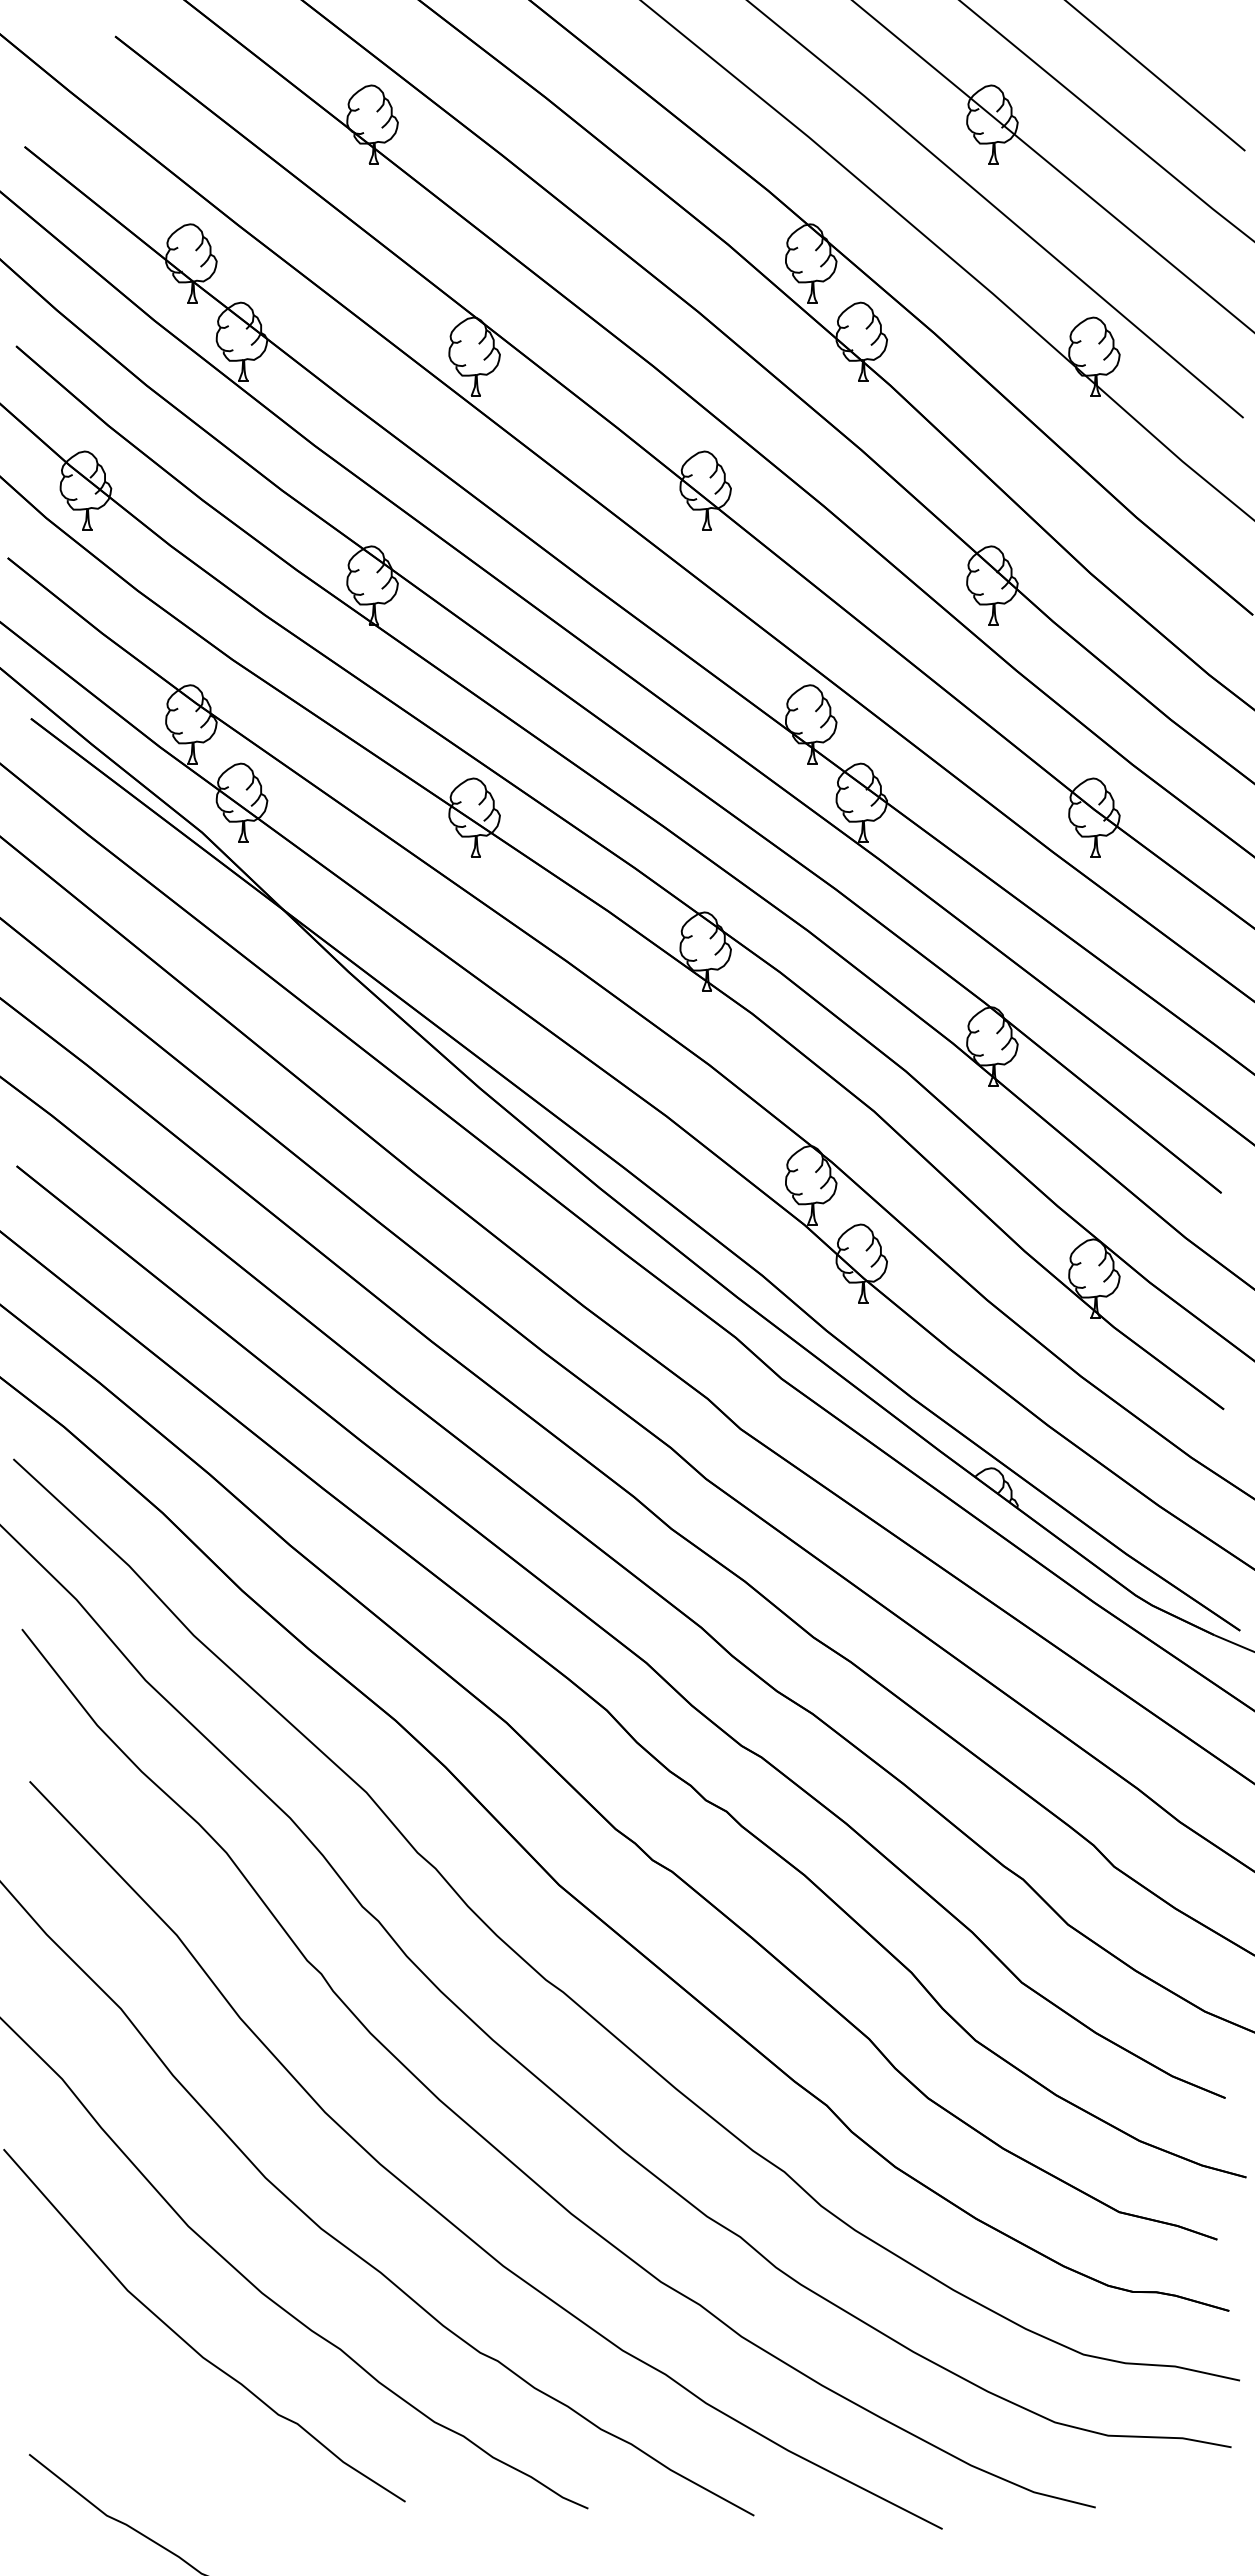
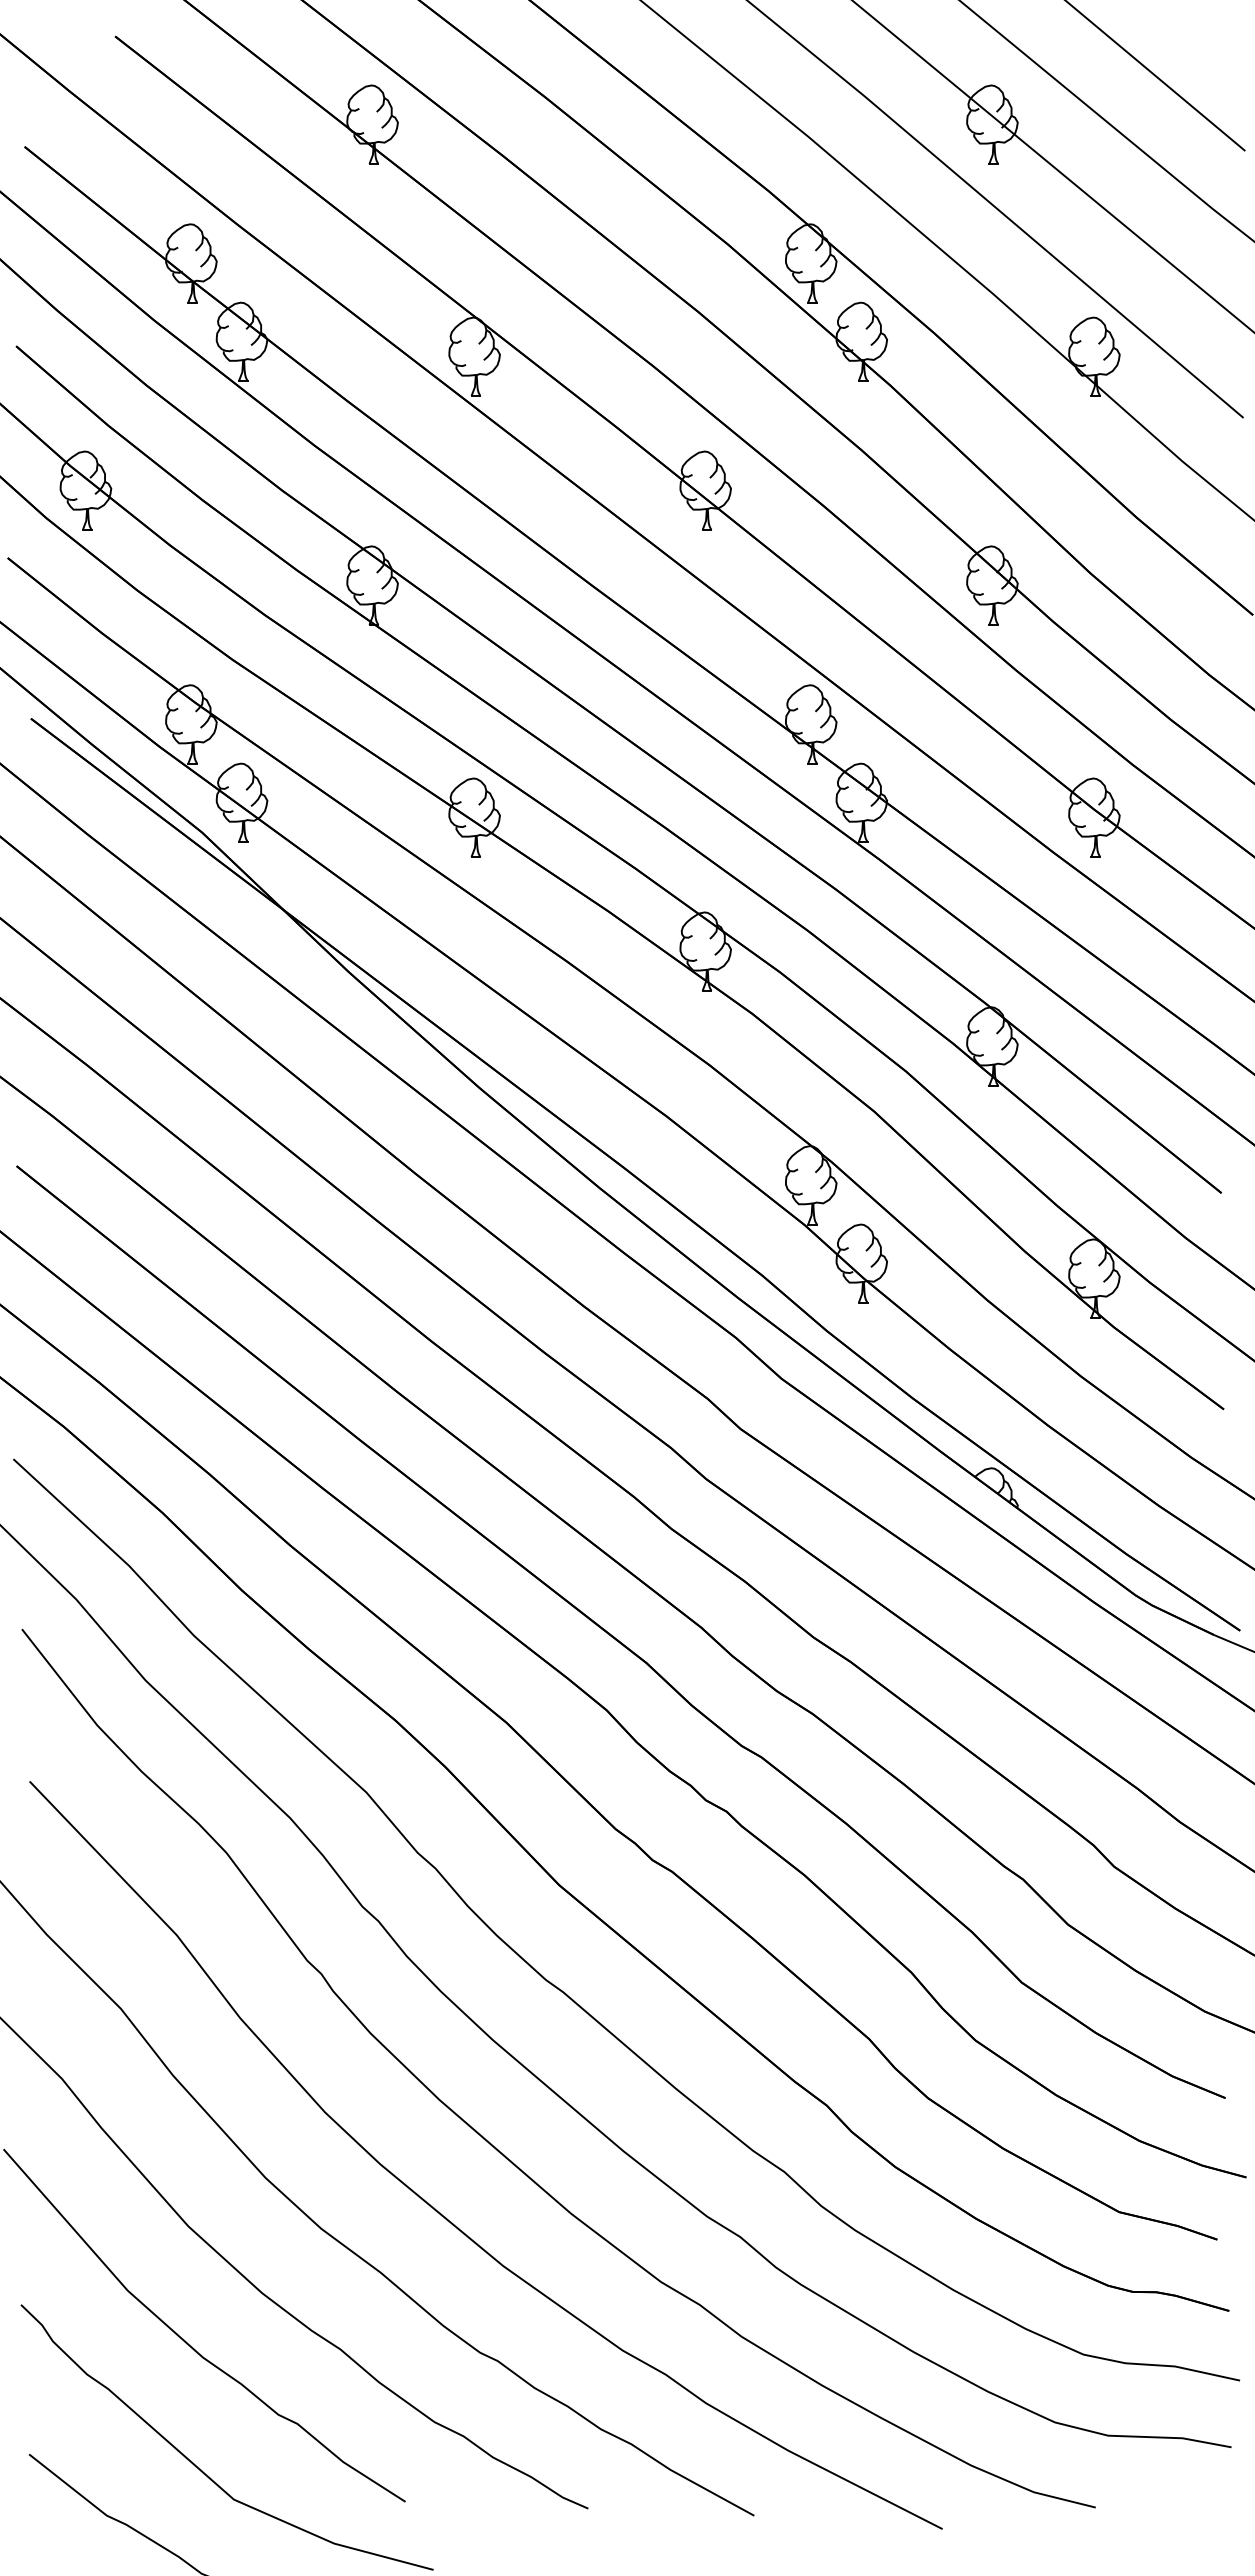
curve at (200, 2468): none -> present
